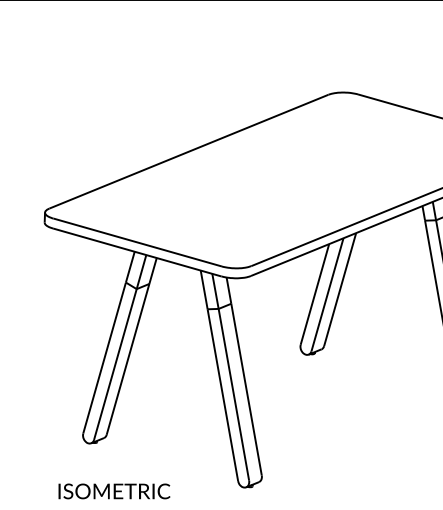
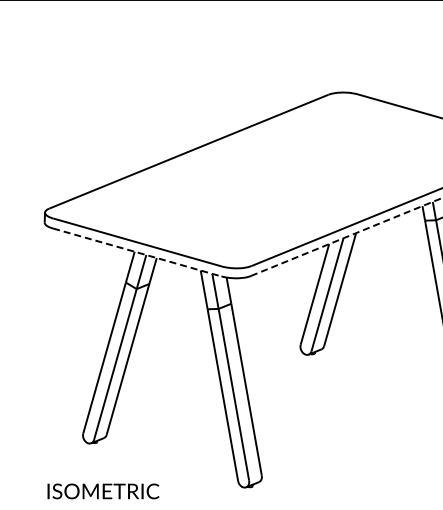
line at (347, 236): solid -> dashed
line at (137, 252): solid -> dashed
text at (114, 491) position: (114, 491) -> (103, 491)
